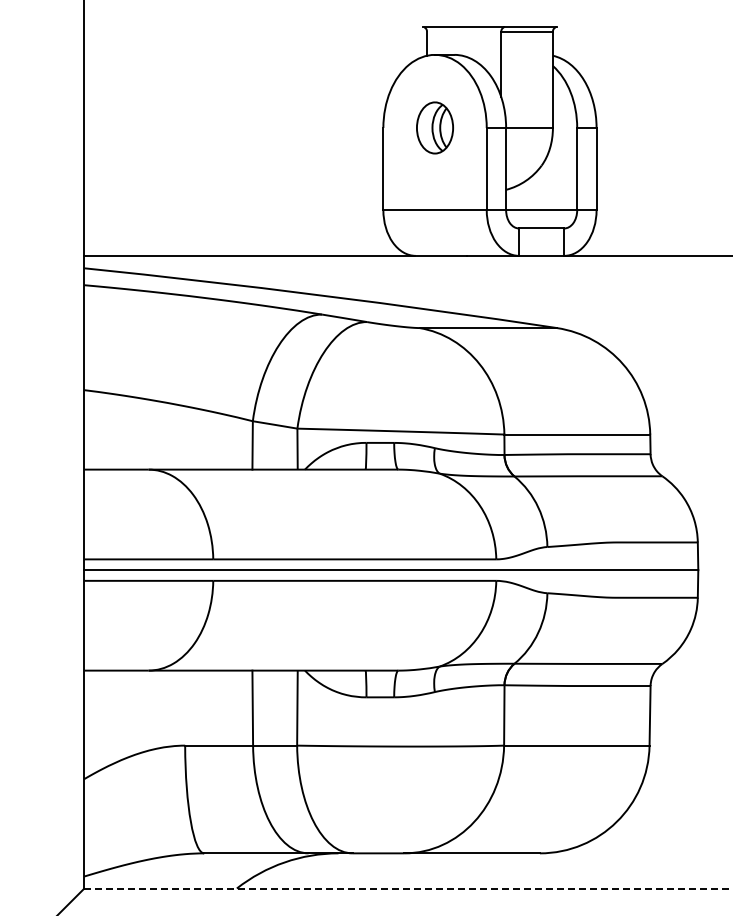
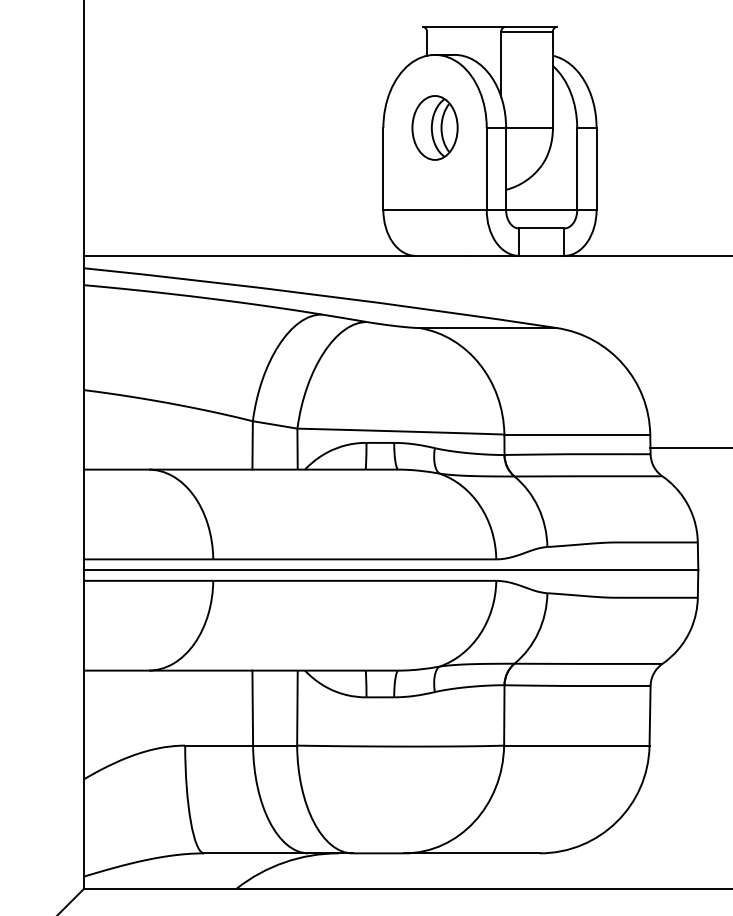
part at (434, 127) size: 38x54 px -> 48x66 px
line at (689, 448): none -> present
line at (408, 888): dashed -> solid
